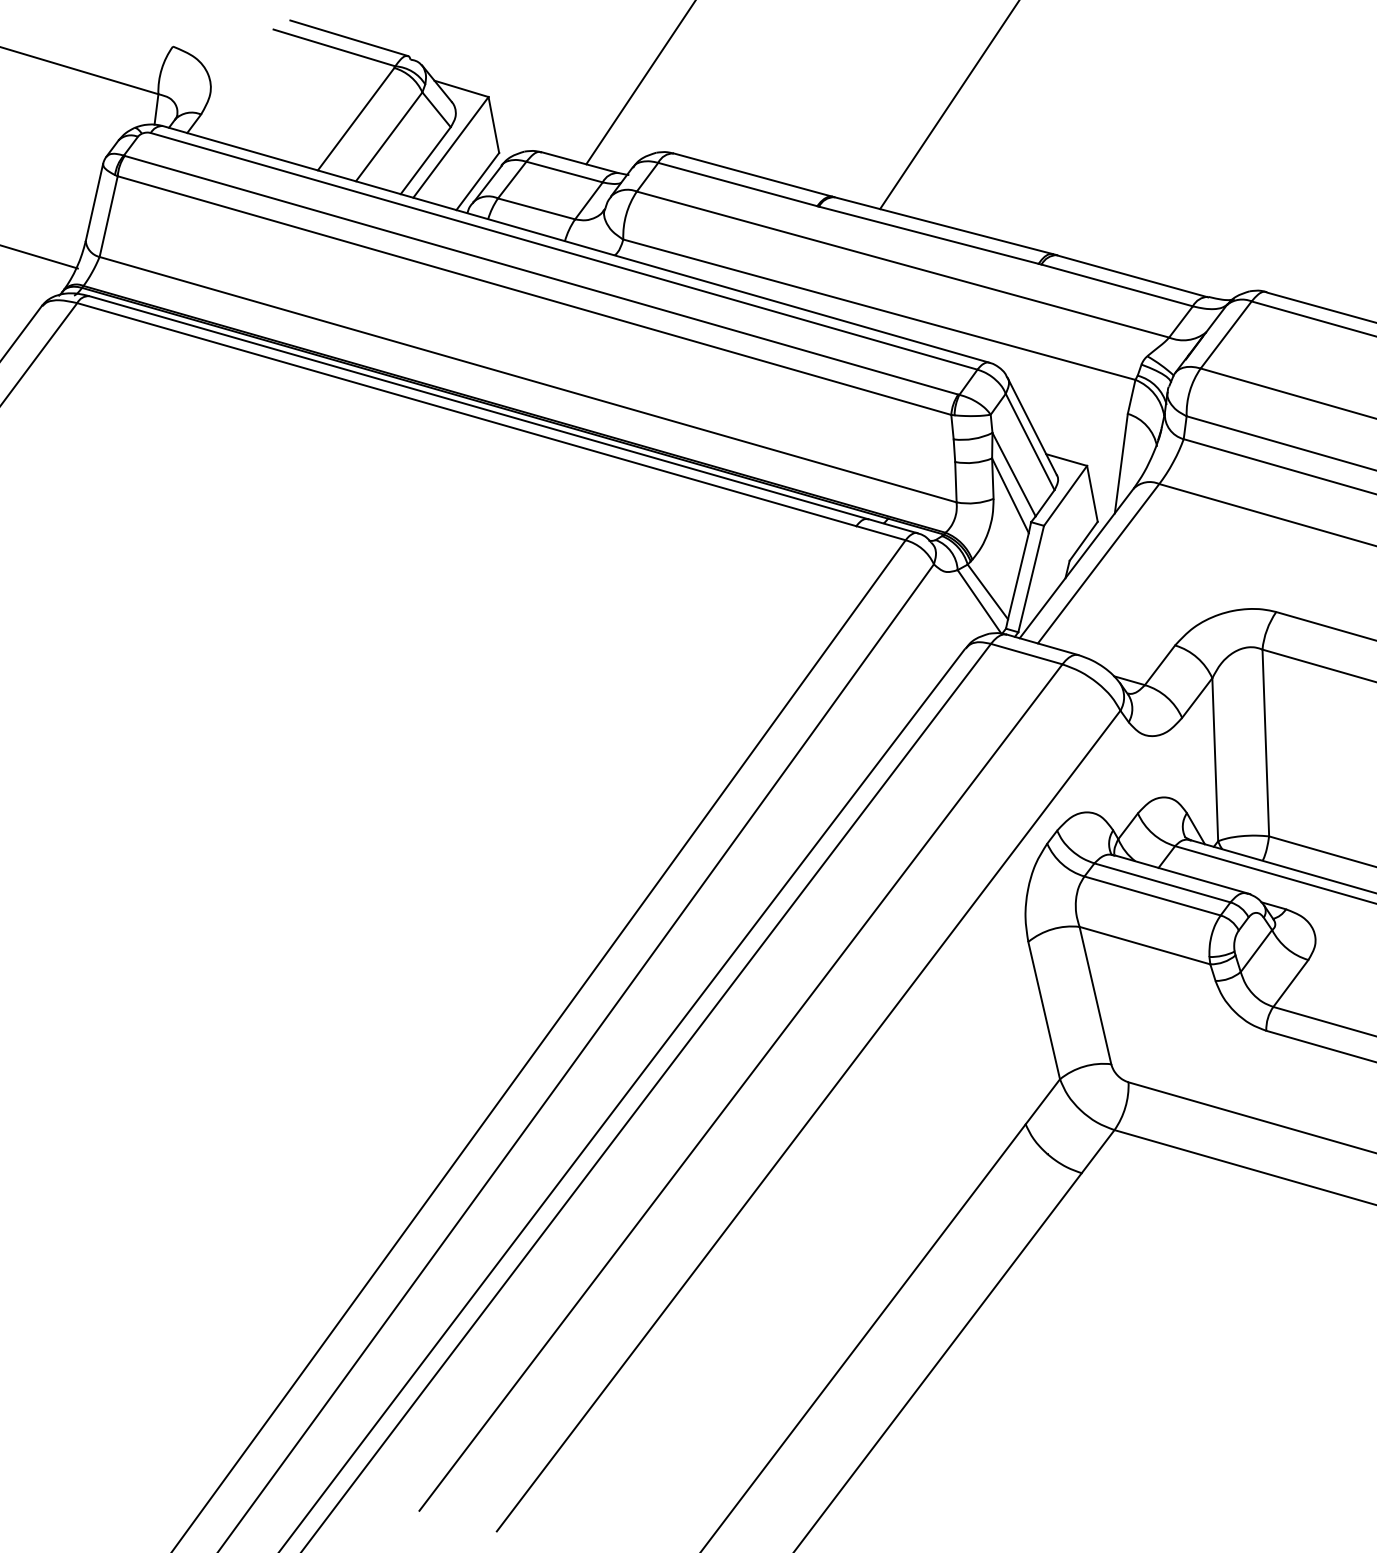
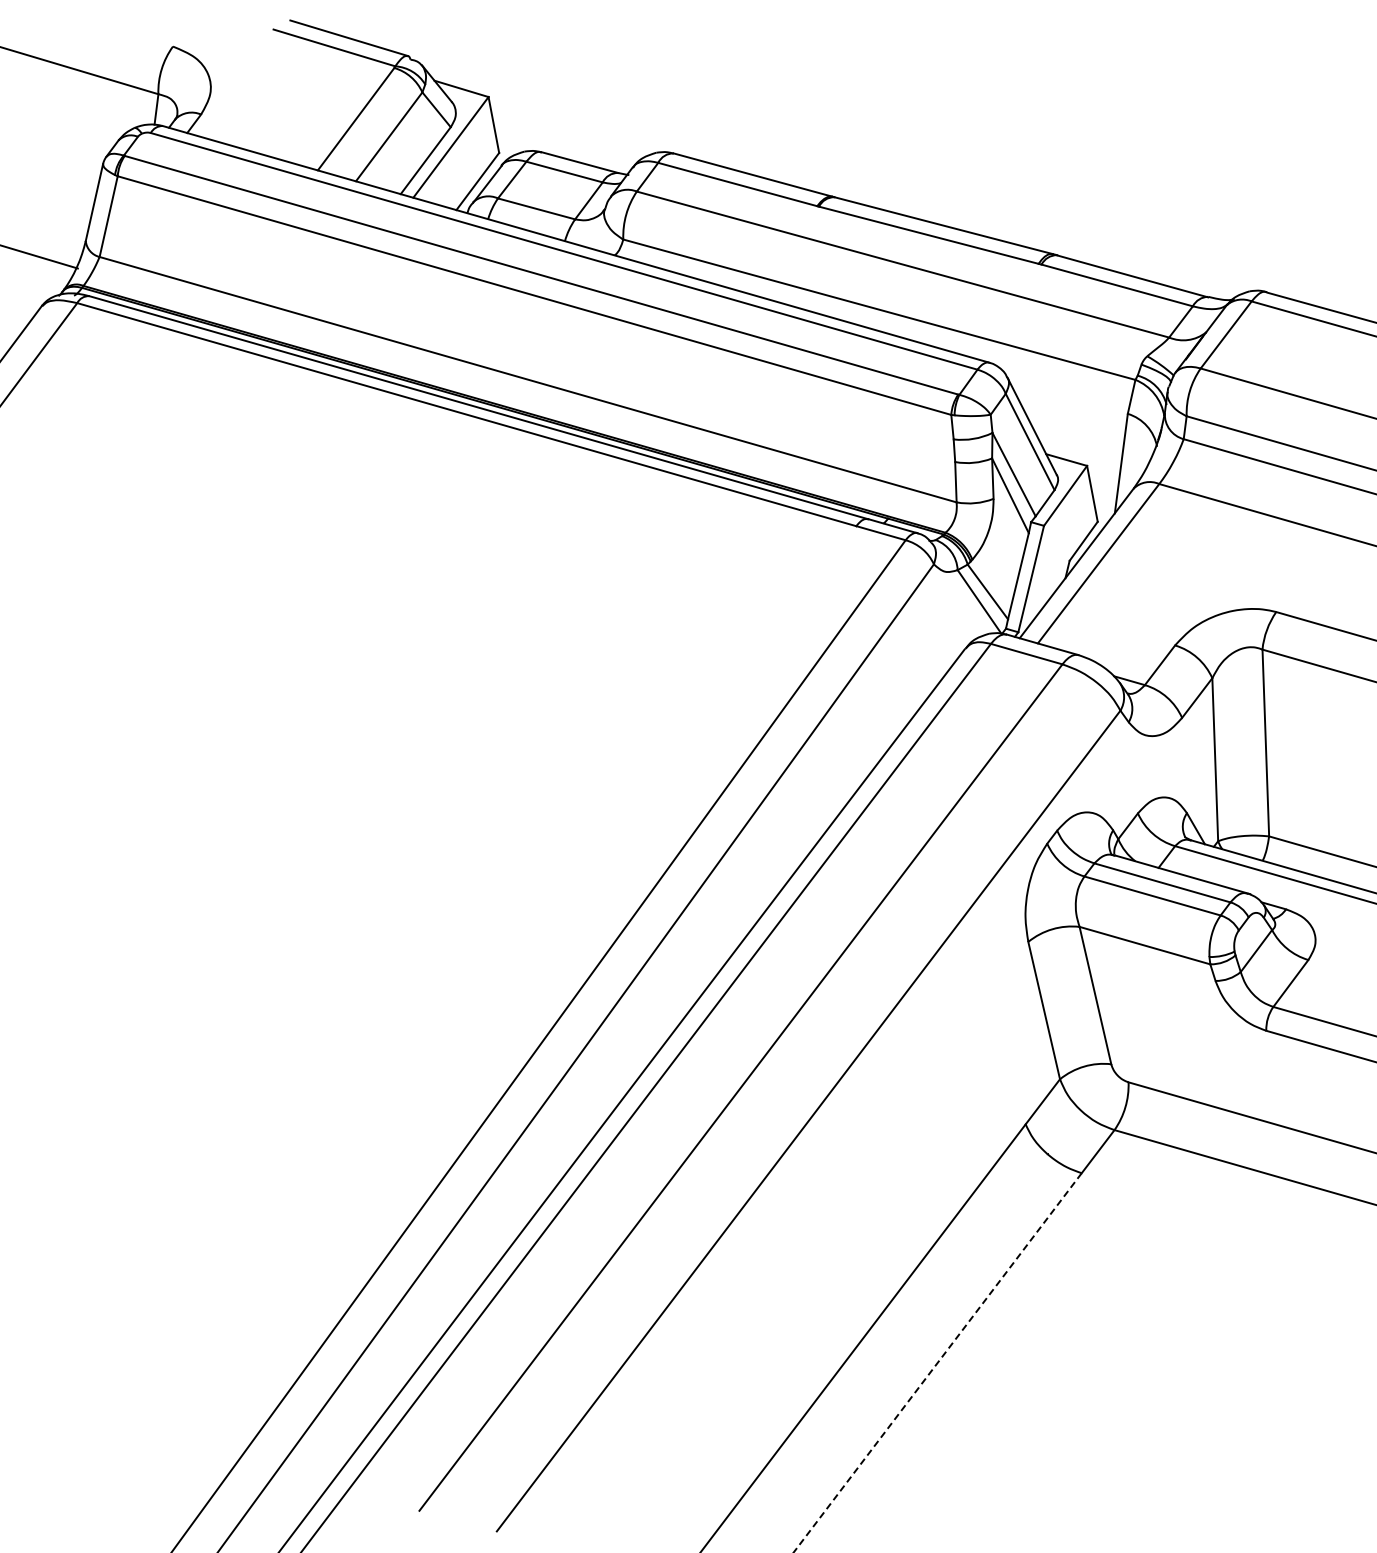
line at (640, 83): present -> none
line at (948, 105): present -> none
line at (937, 1363): solid -> dashed
